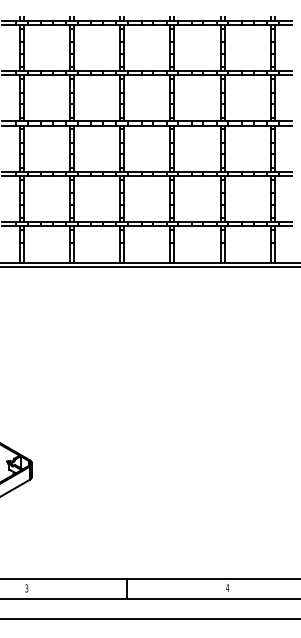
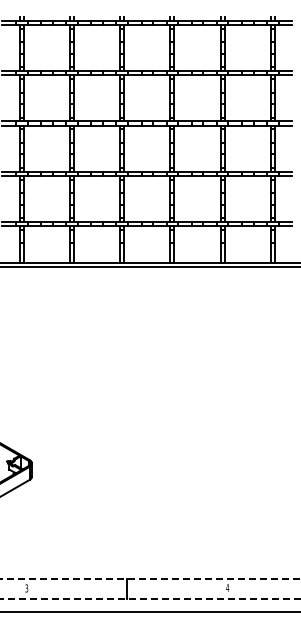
line at (150, 578): solid -> dashed
line at (150, 598): solid -> dashed
line at (149, 618) position: (149, 618) -> (149, 611)
